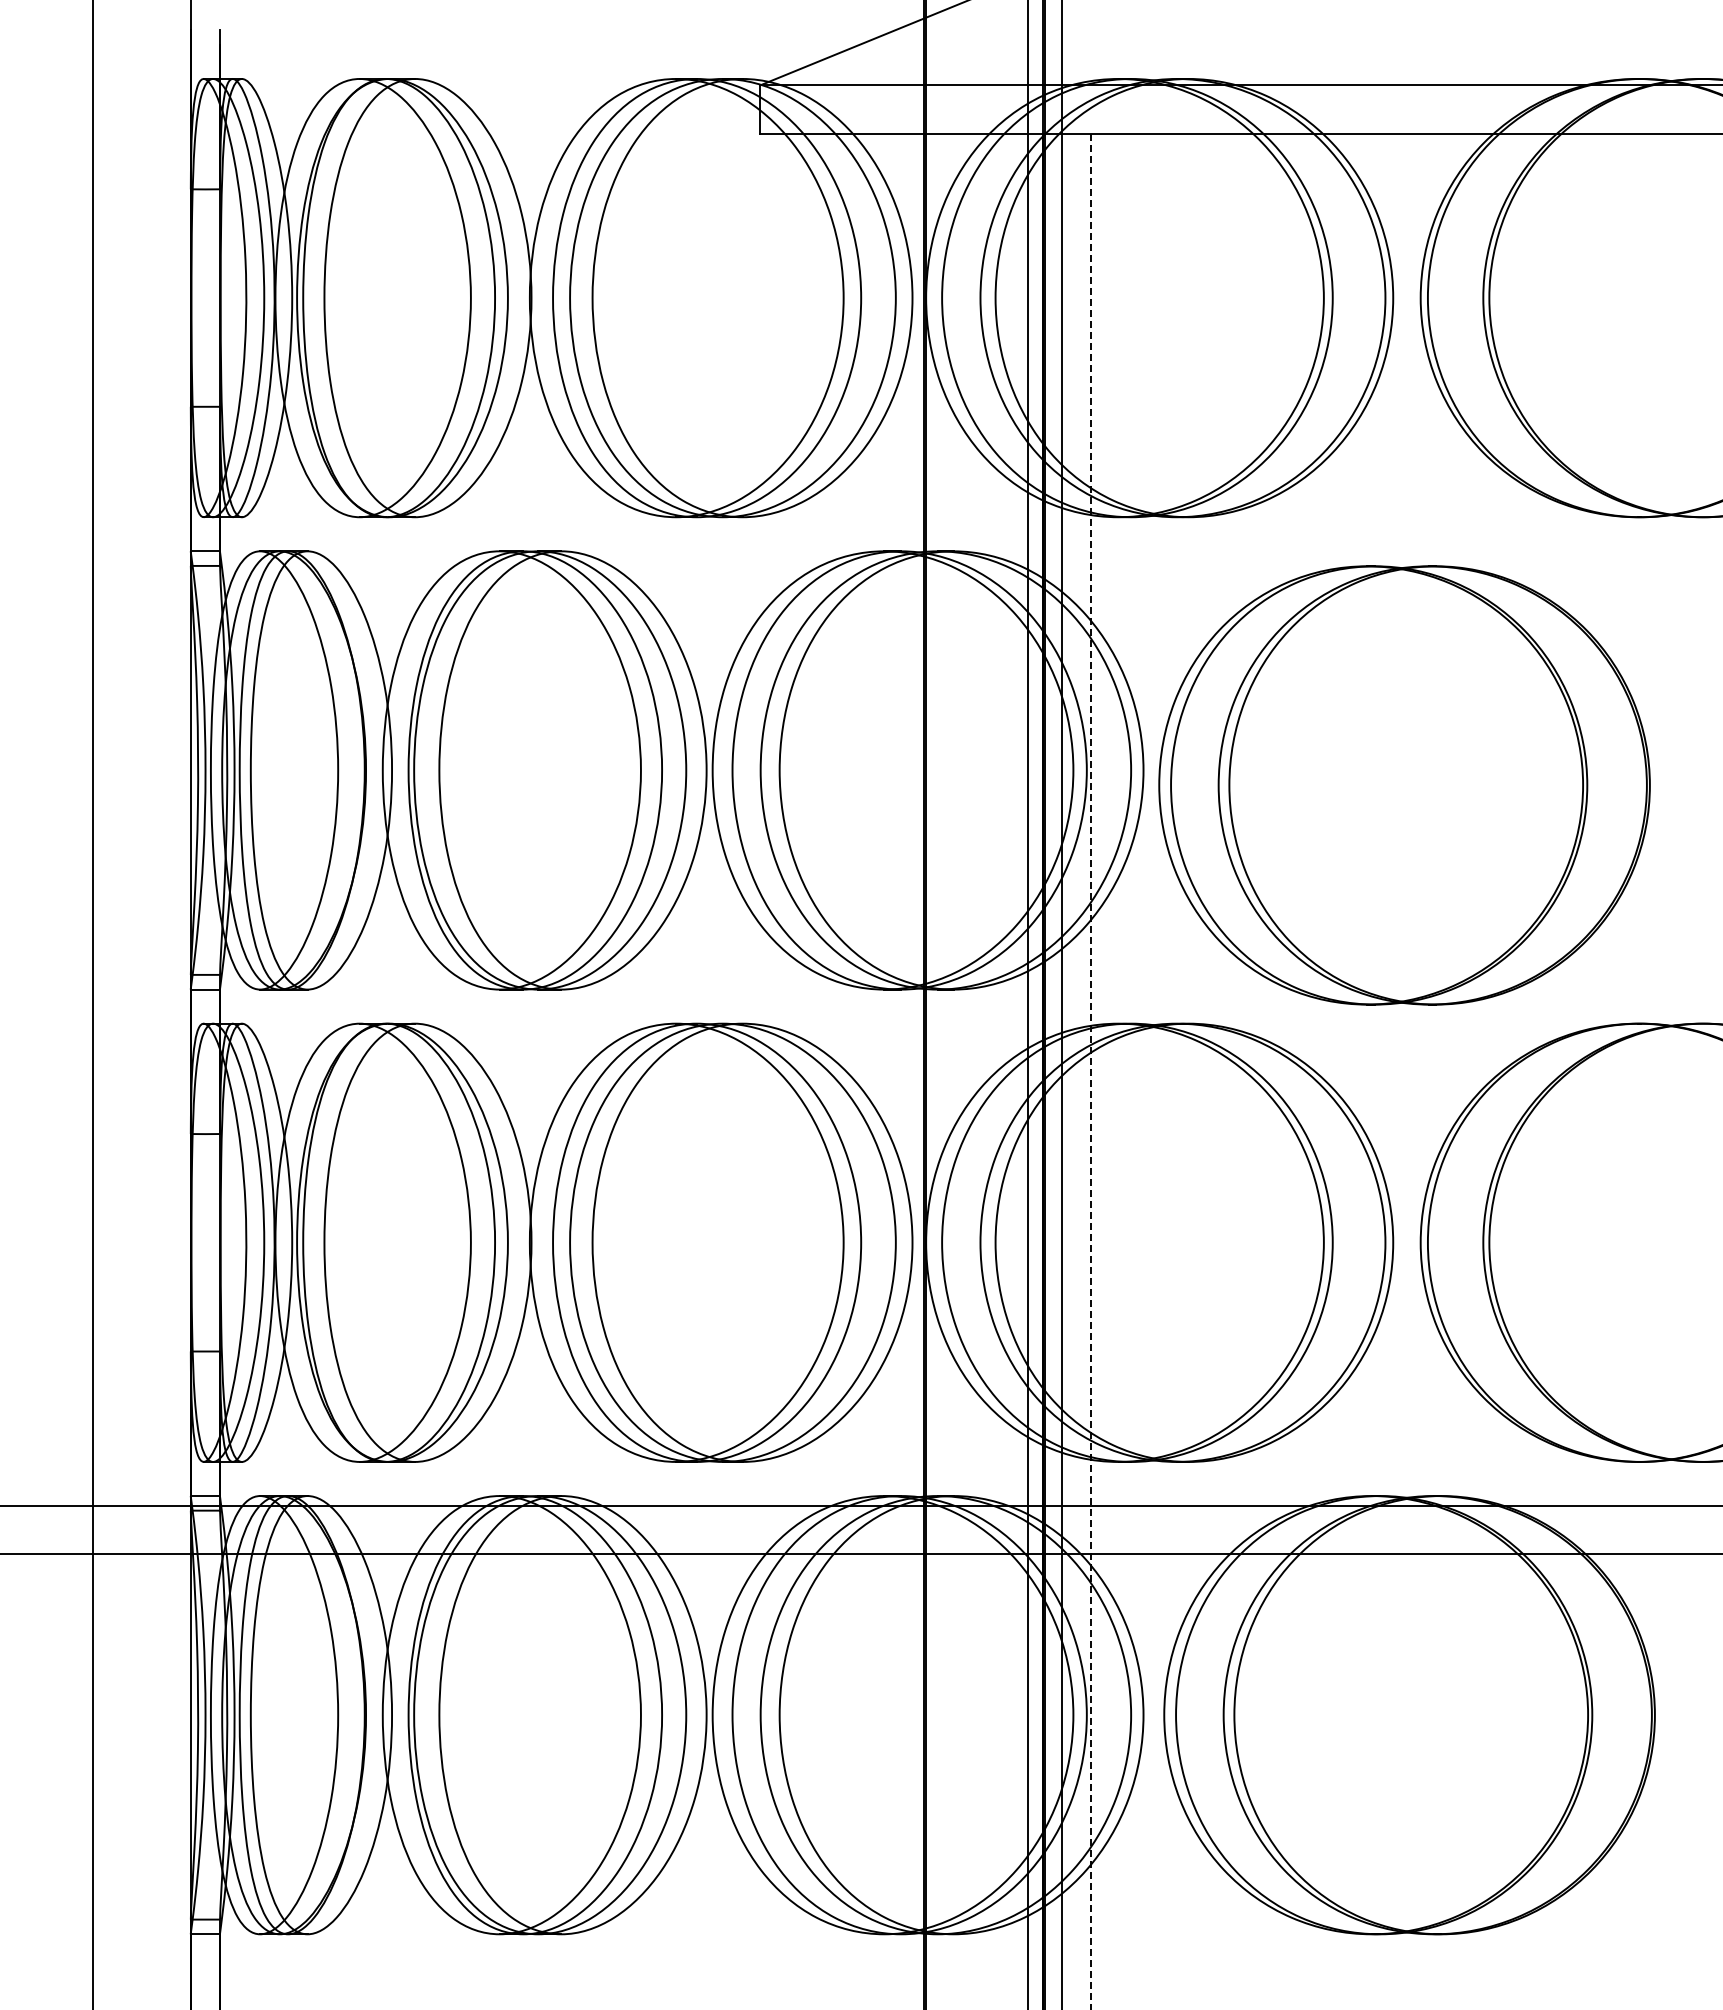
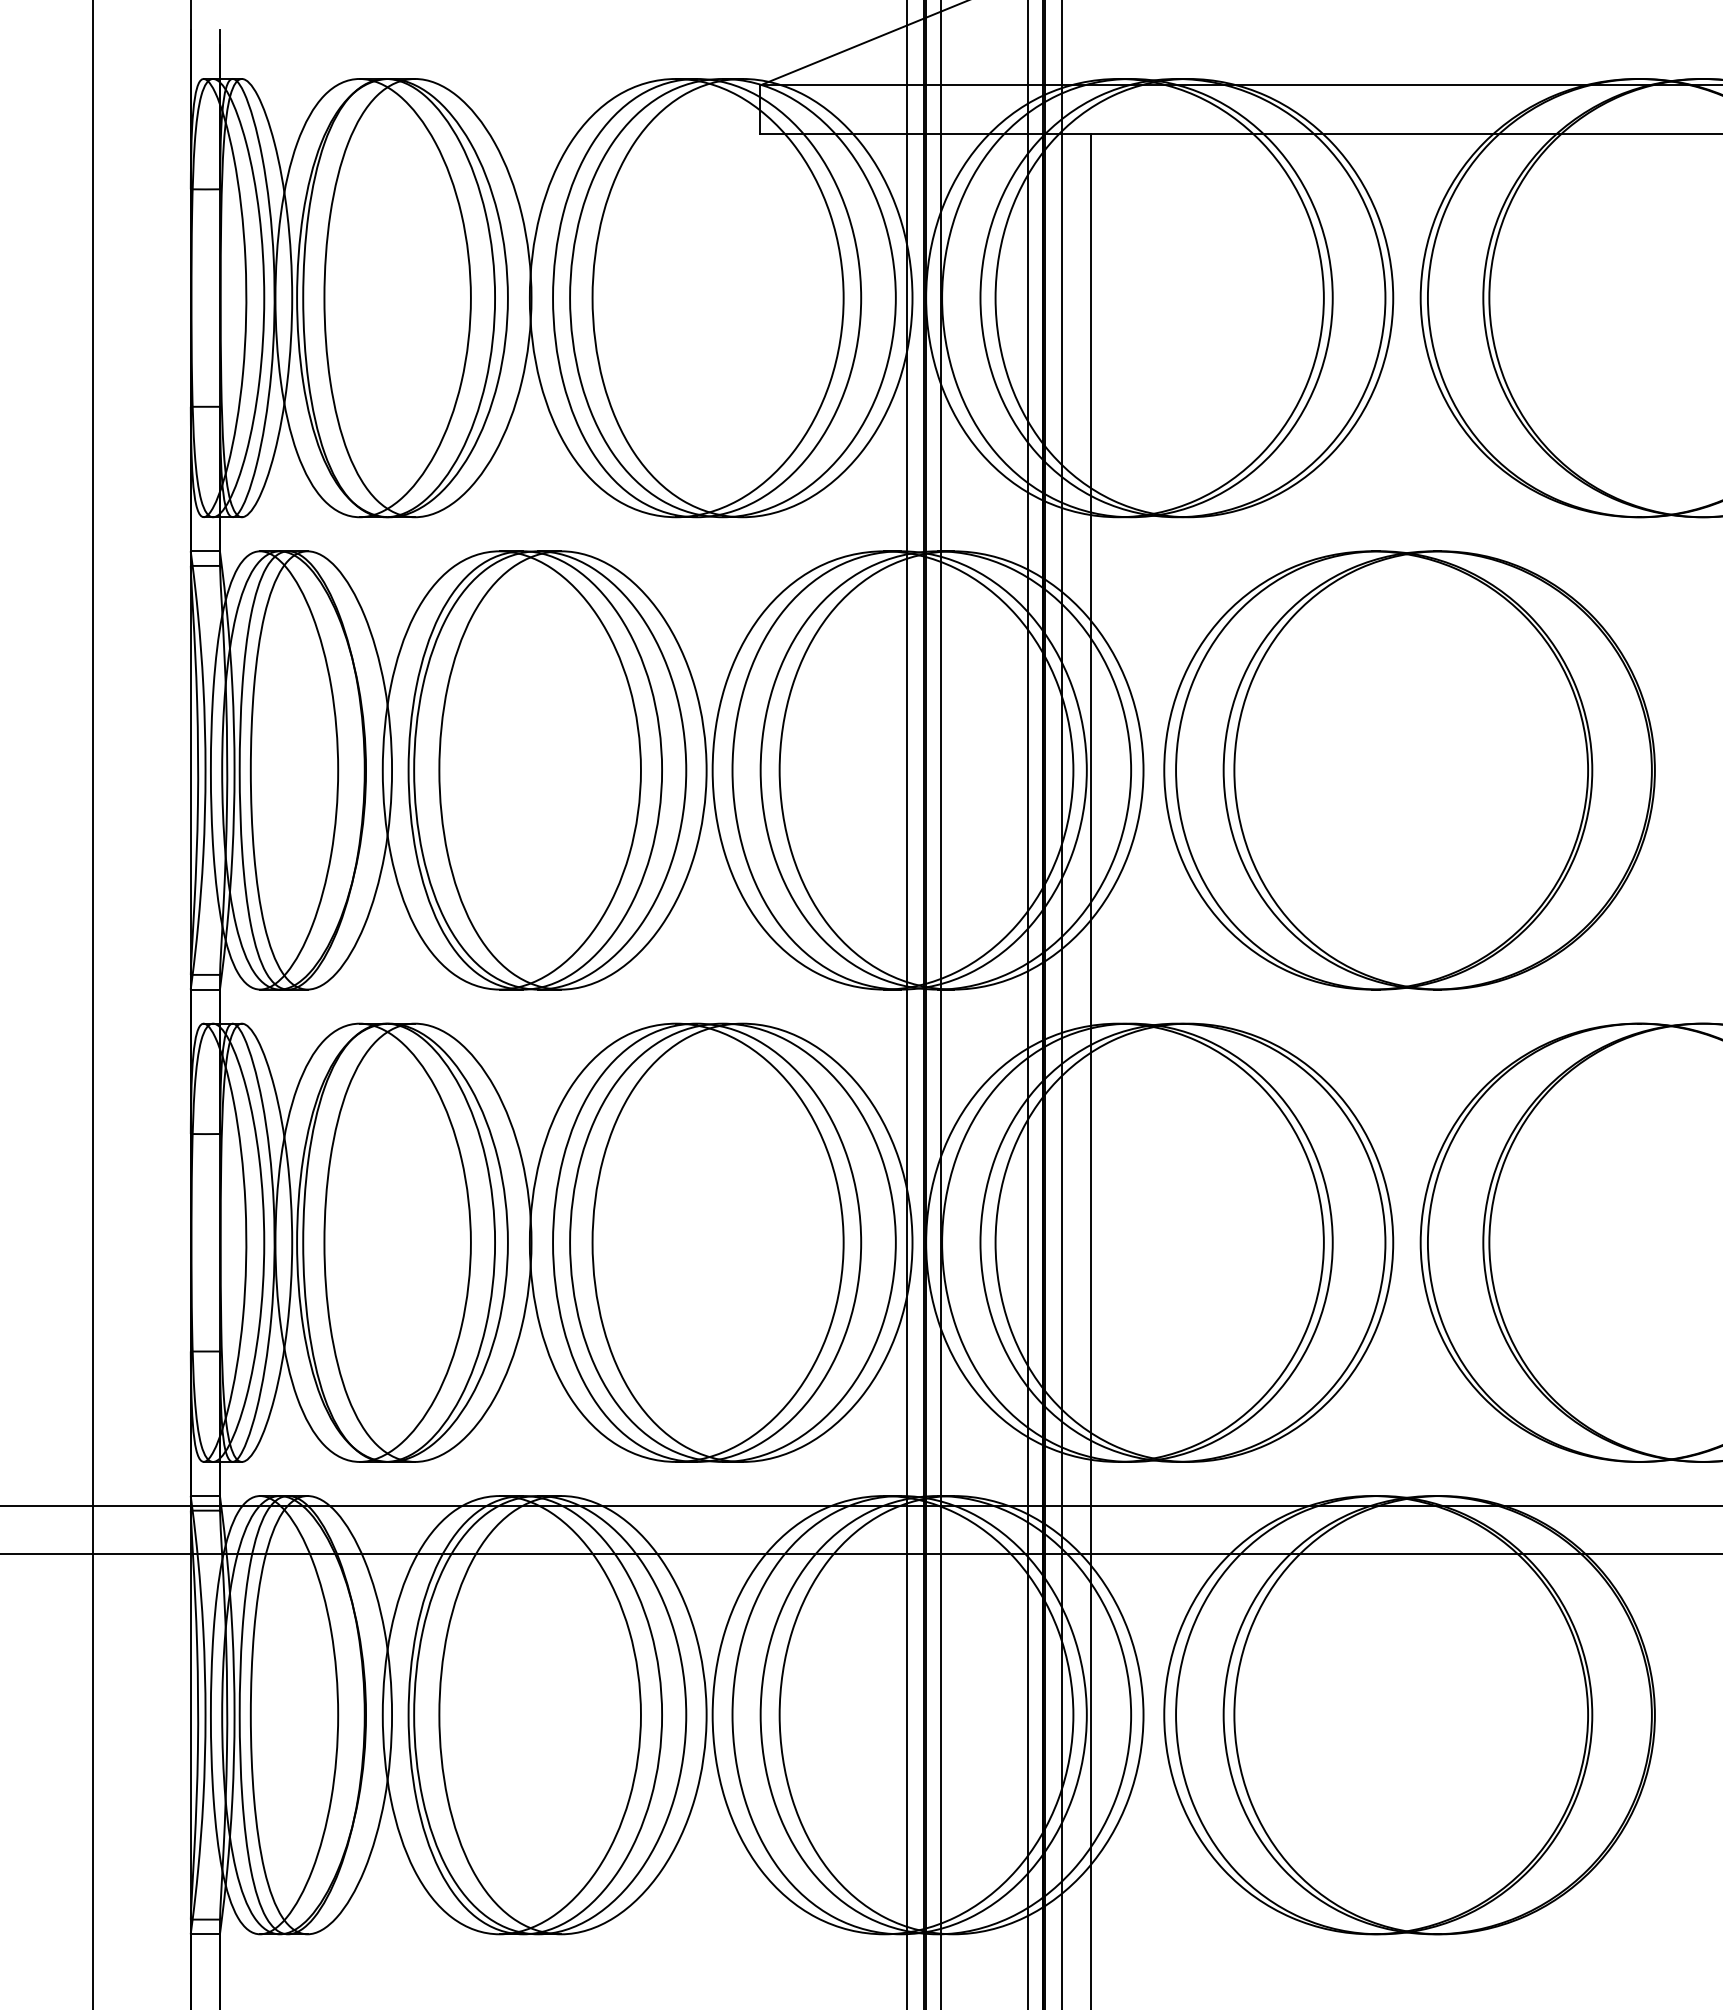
part at (1404, 785) position: (1404, 785) -> (1409, 770)
line at (906, 1004): none -> present
line at (940, 1004): none -> present
line at (1090, 1071): dashed -> solid
